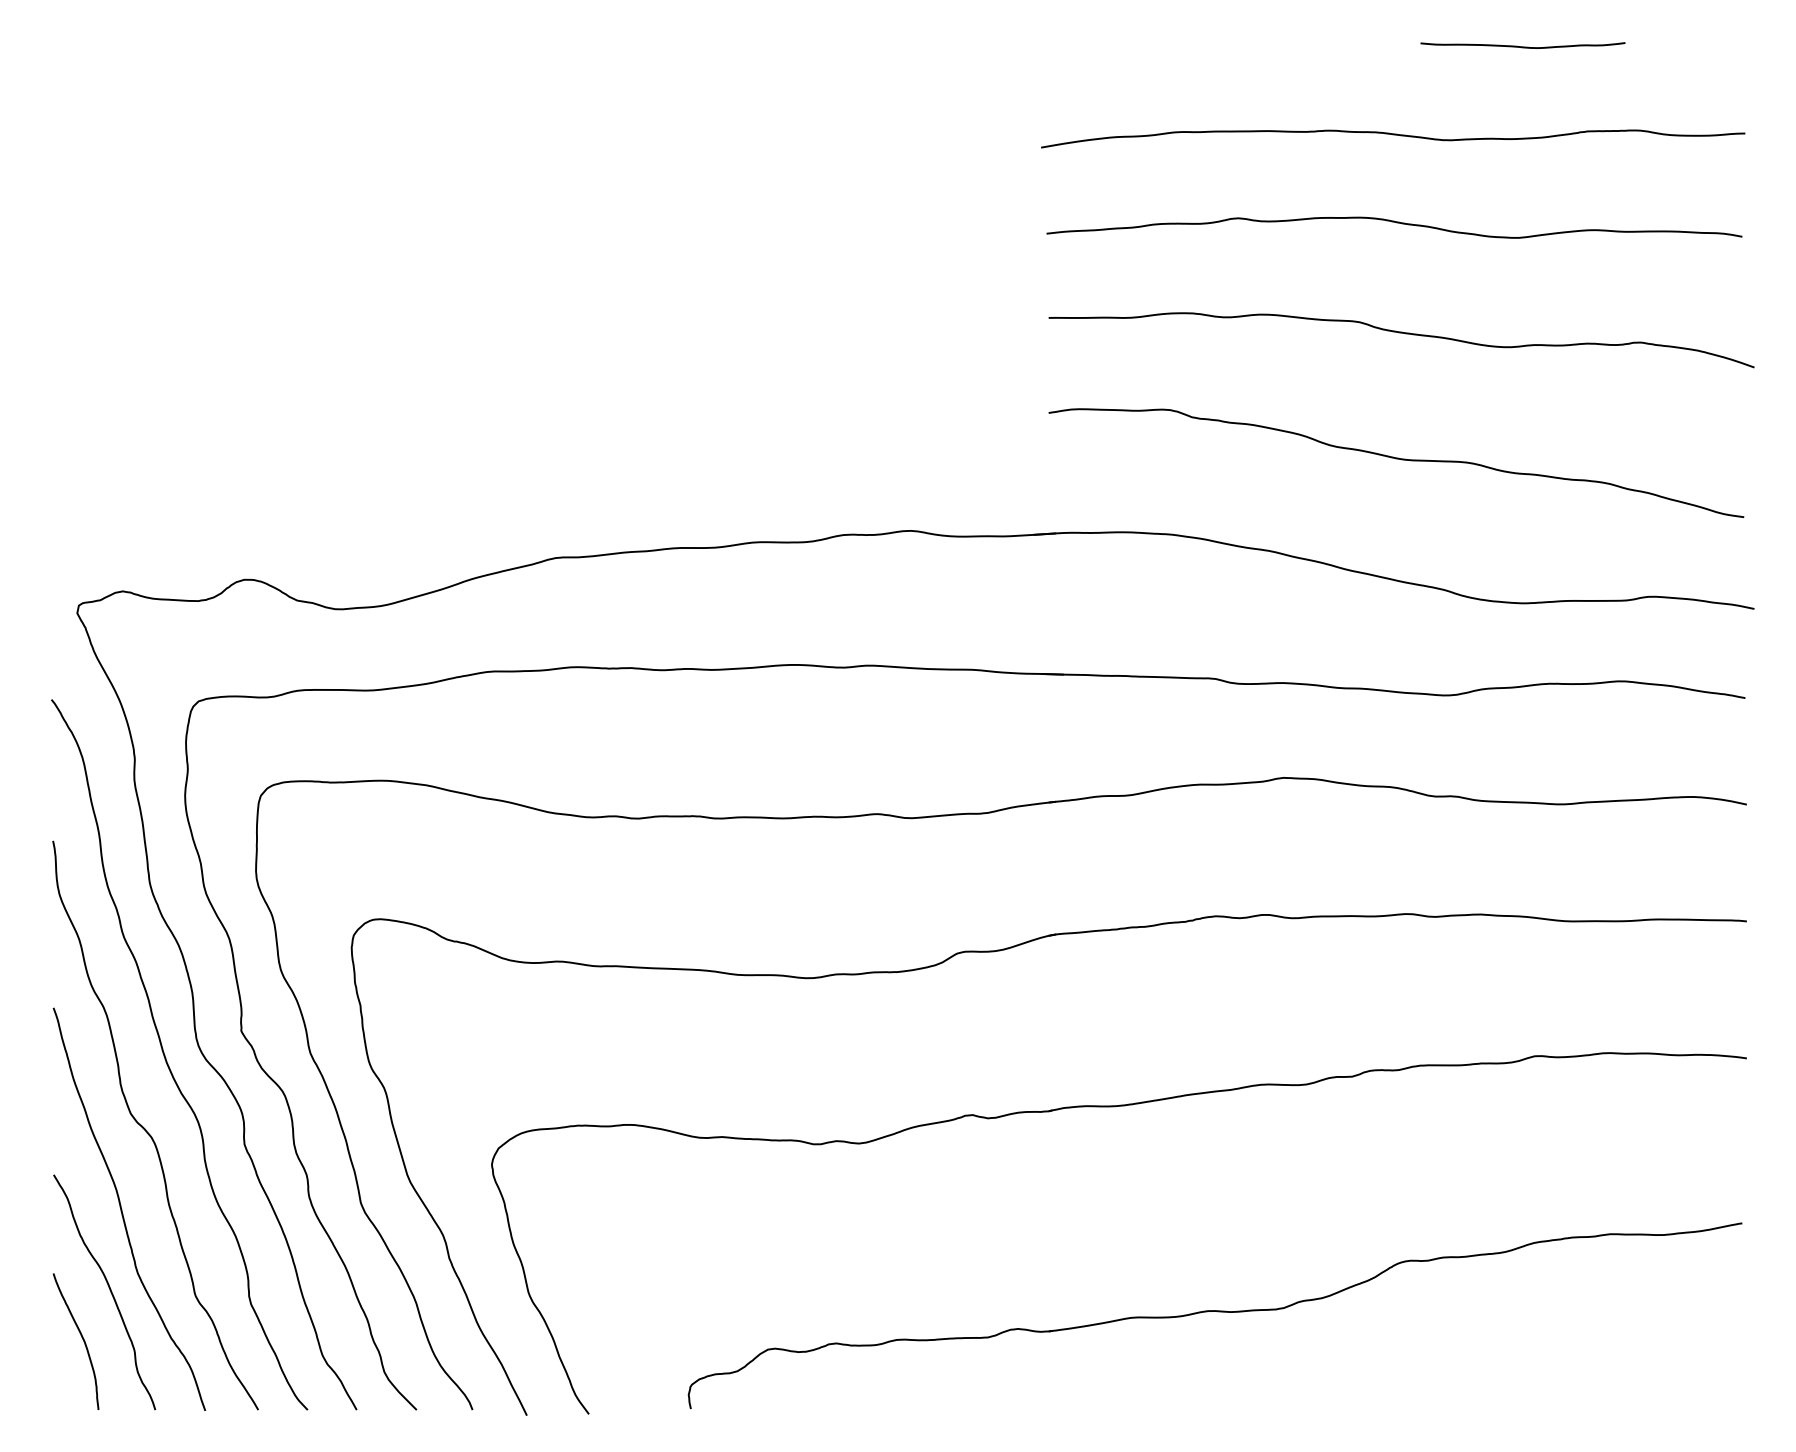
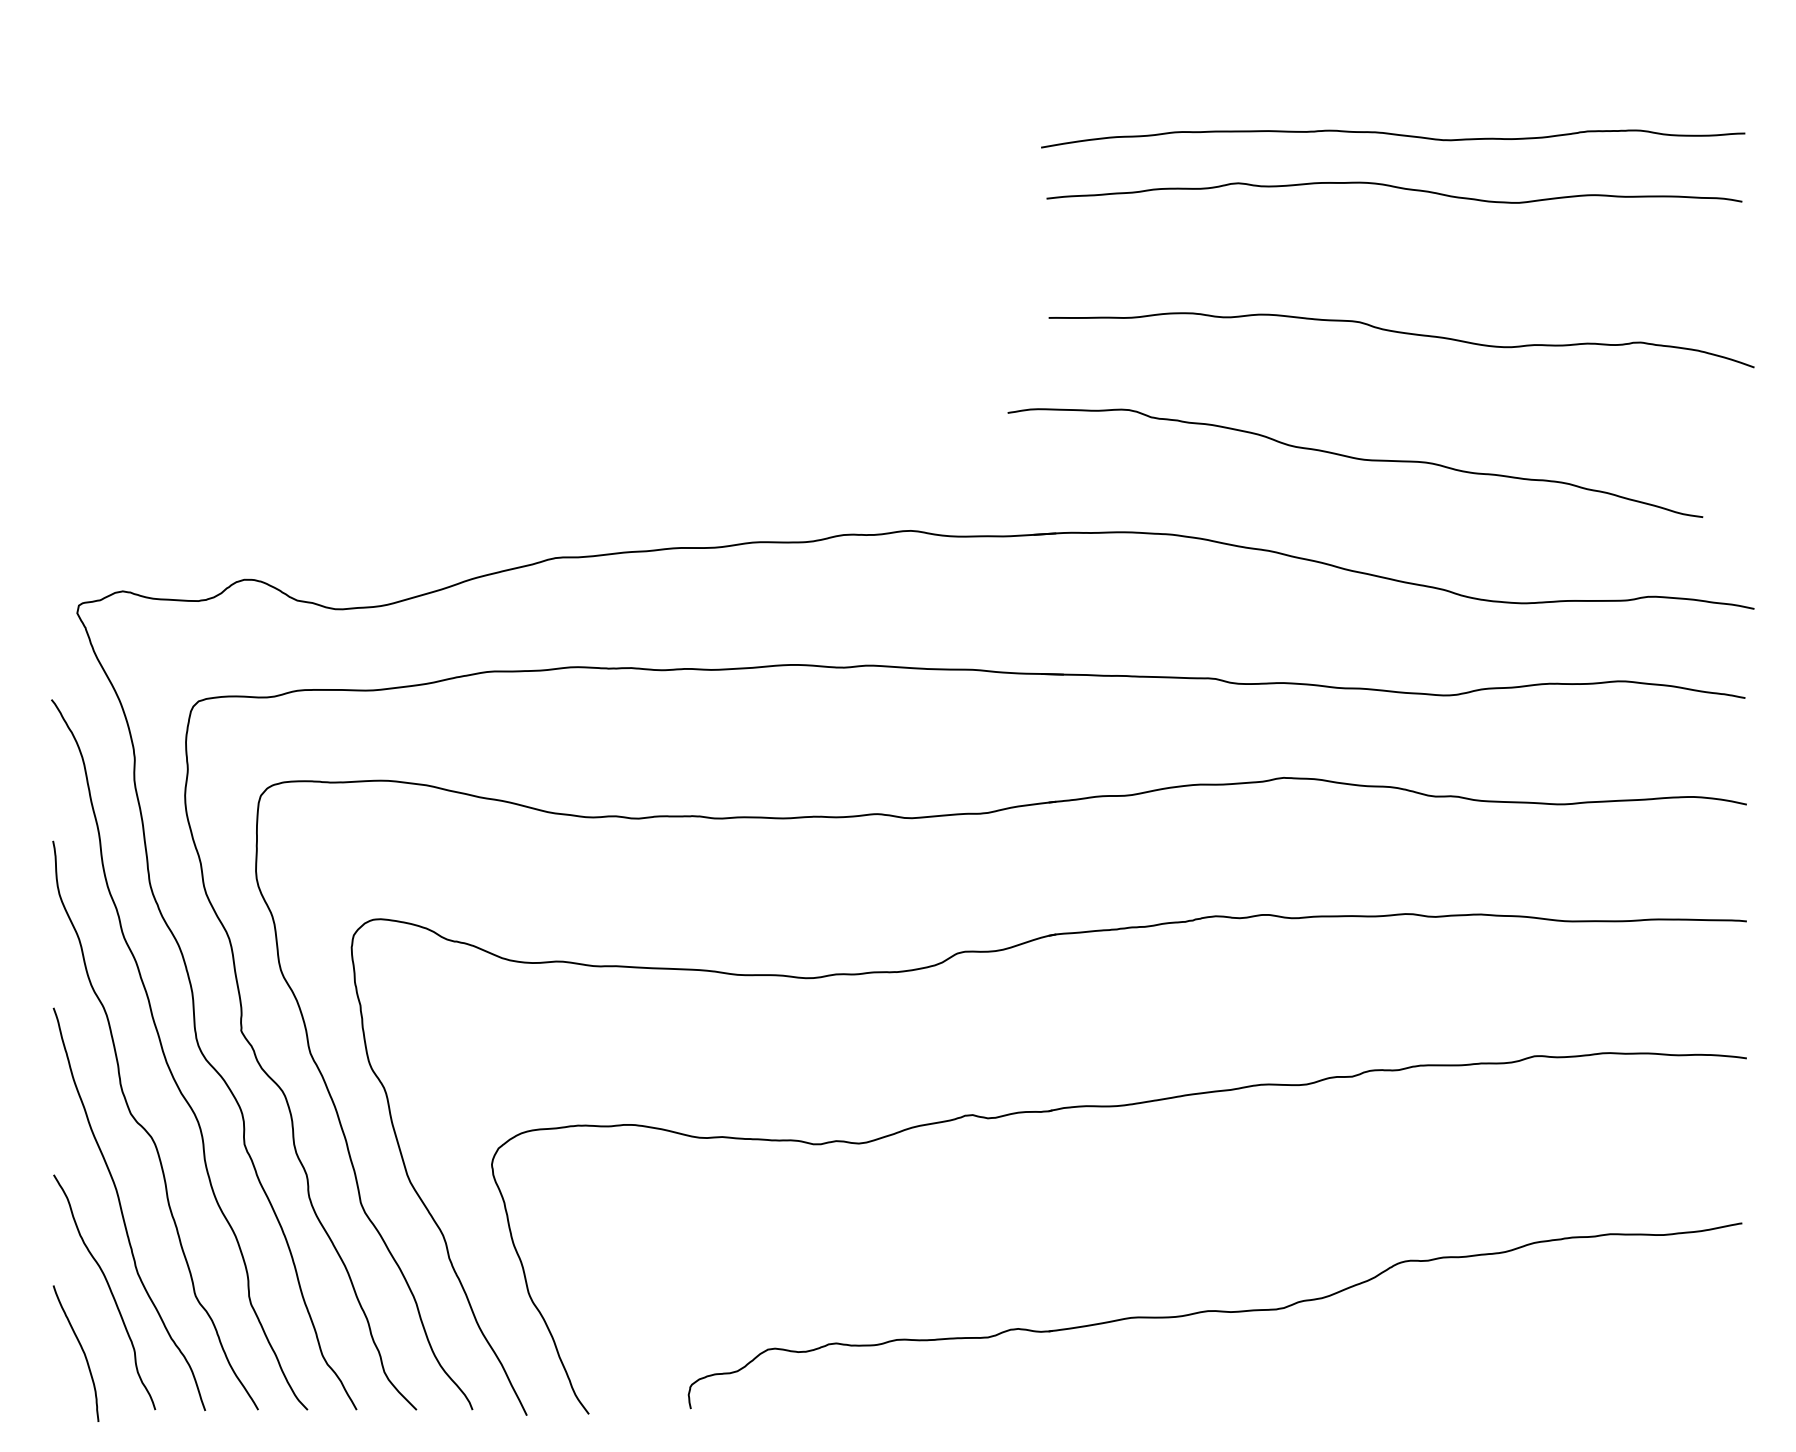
curve at (1522, 46): present -> none
curve at (1396, 223) position: (1396, 223) -> (1396, 188)
curve at (1396, 459) position: (1396, 459) -> (1355, 459)
curve at (81, 1337) position: (81, 1337) -> (81, 1349)
